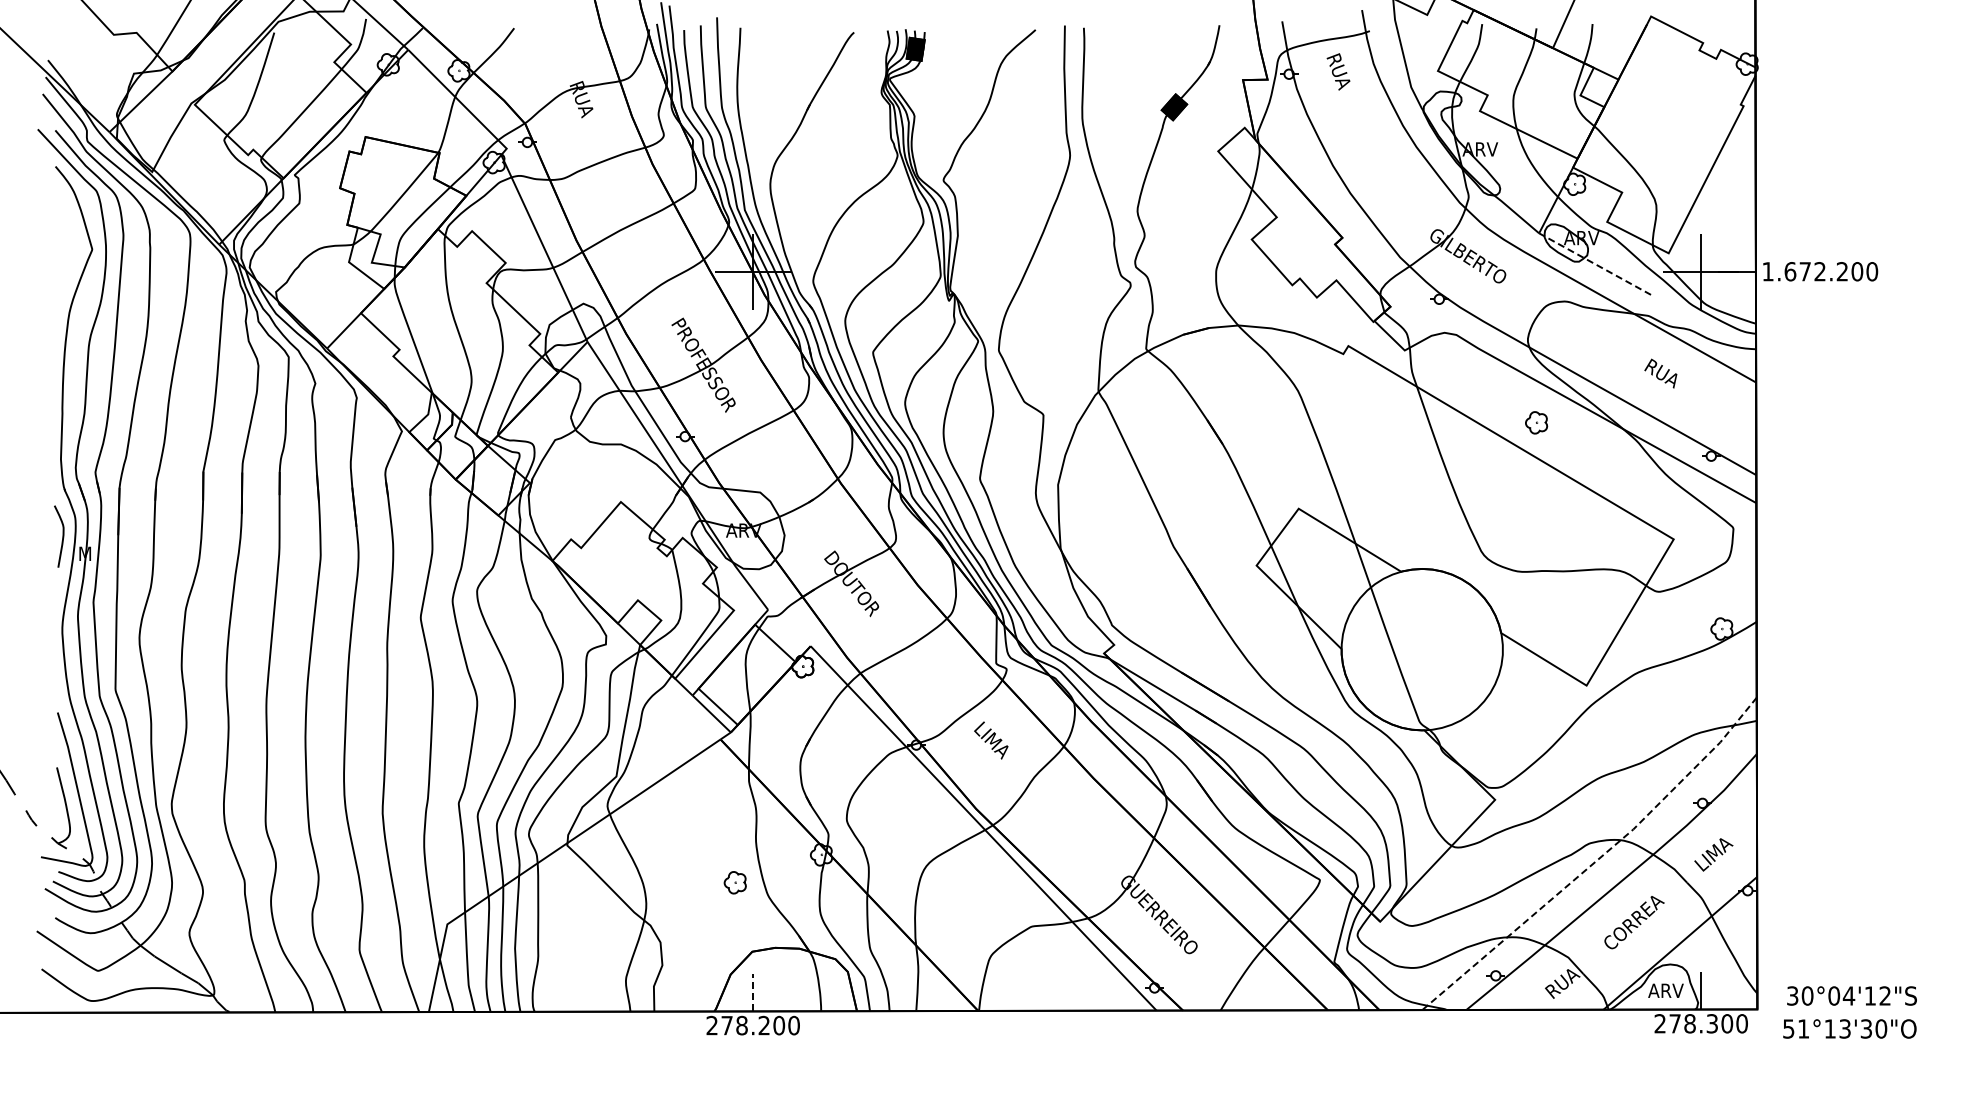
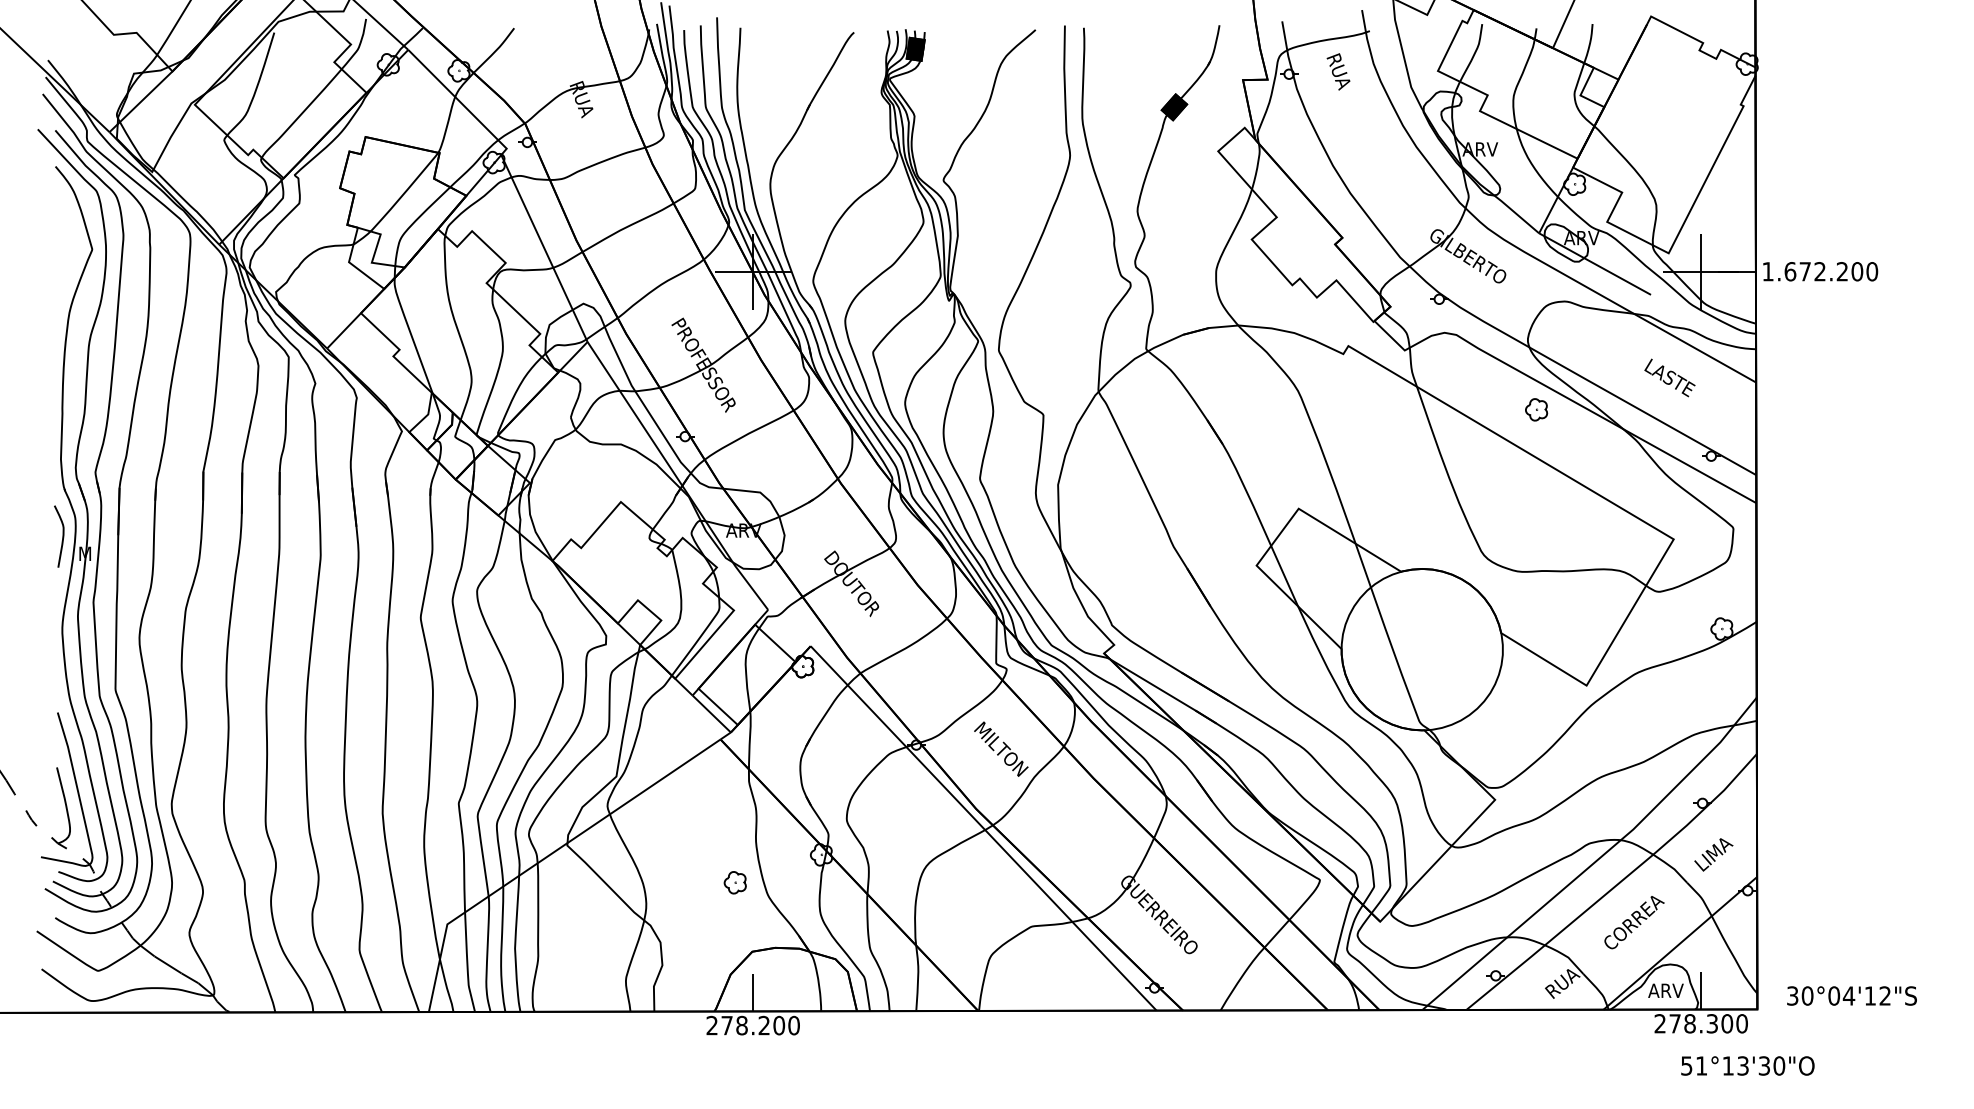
line at (1595, 264): dashed -> solid
text at (1670, 378): RUA -> LASTE
part at (1536, 422) position: (1536, 422) -> (1536, 409)
text at (1001, 749): LIMA -> MILTON
line at (1597, 859): dashed -> solid
line at (753, 992): dashed -> solid
text at (1849, 1028) position: (1849, 1028) -> (1747, 1065)
